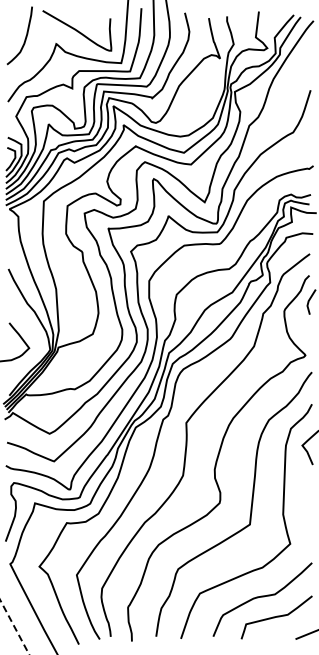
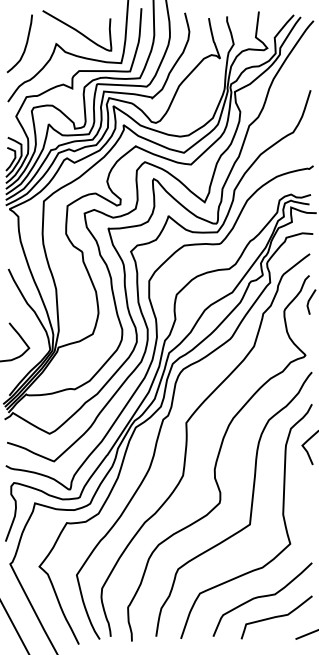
curve at (25, 35) position: (25, 35) -> (25, 43)
line at (14, 627): dashed -> solid
